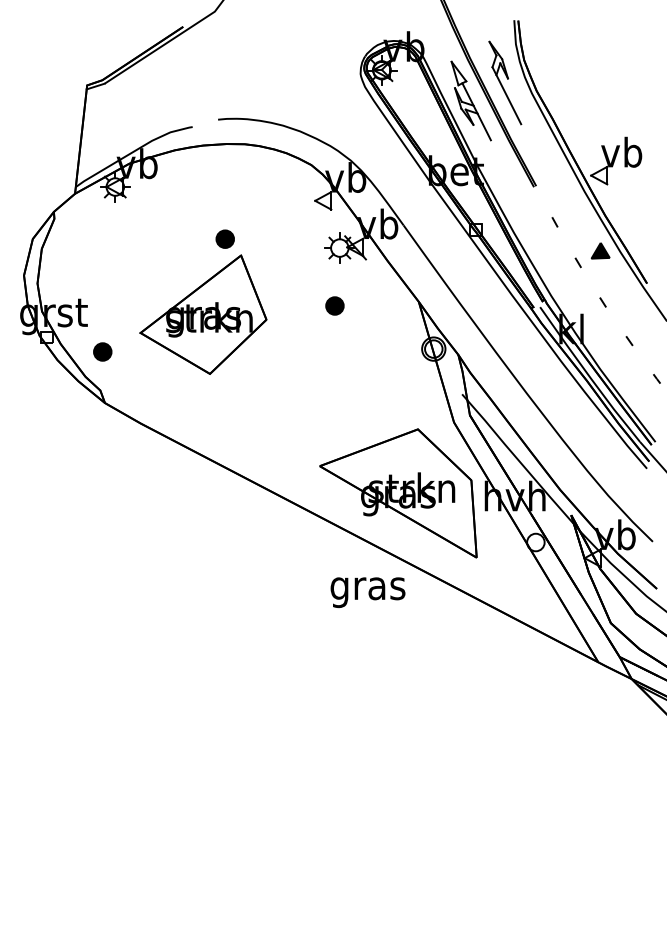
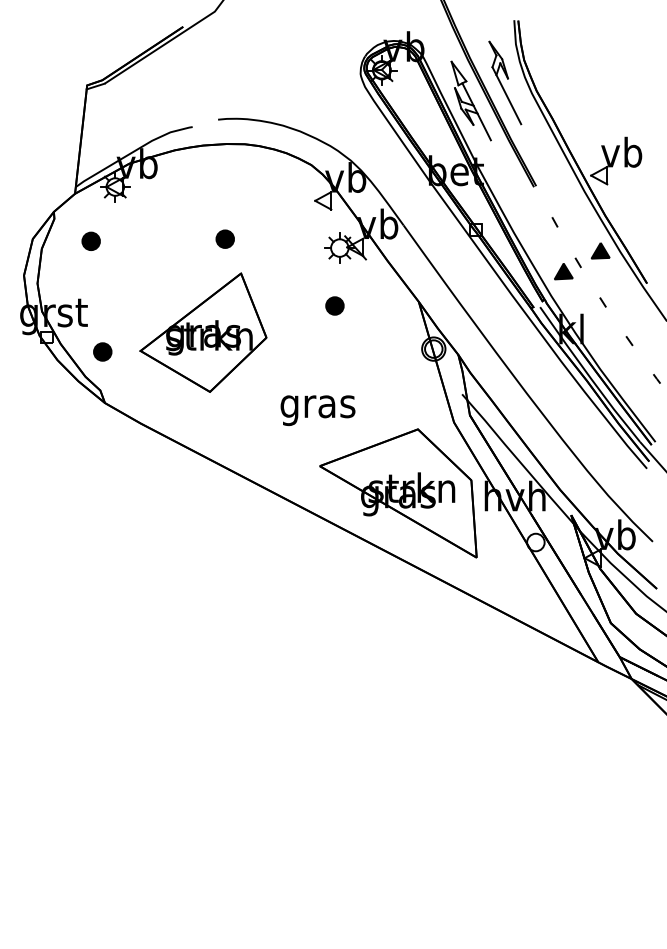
part at (90, 240): none -> present
part at (563, 271): none -> present
part at (203, 314) position: (203, 314) -> (203, 332)
text at (367, 592) position: (367, 592) -> (317, 410)
